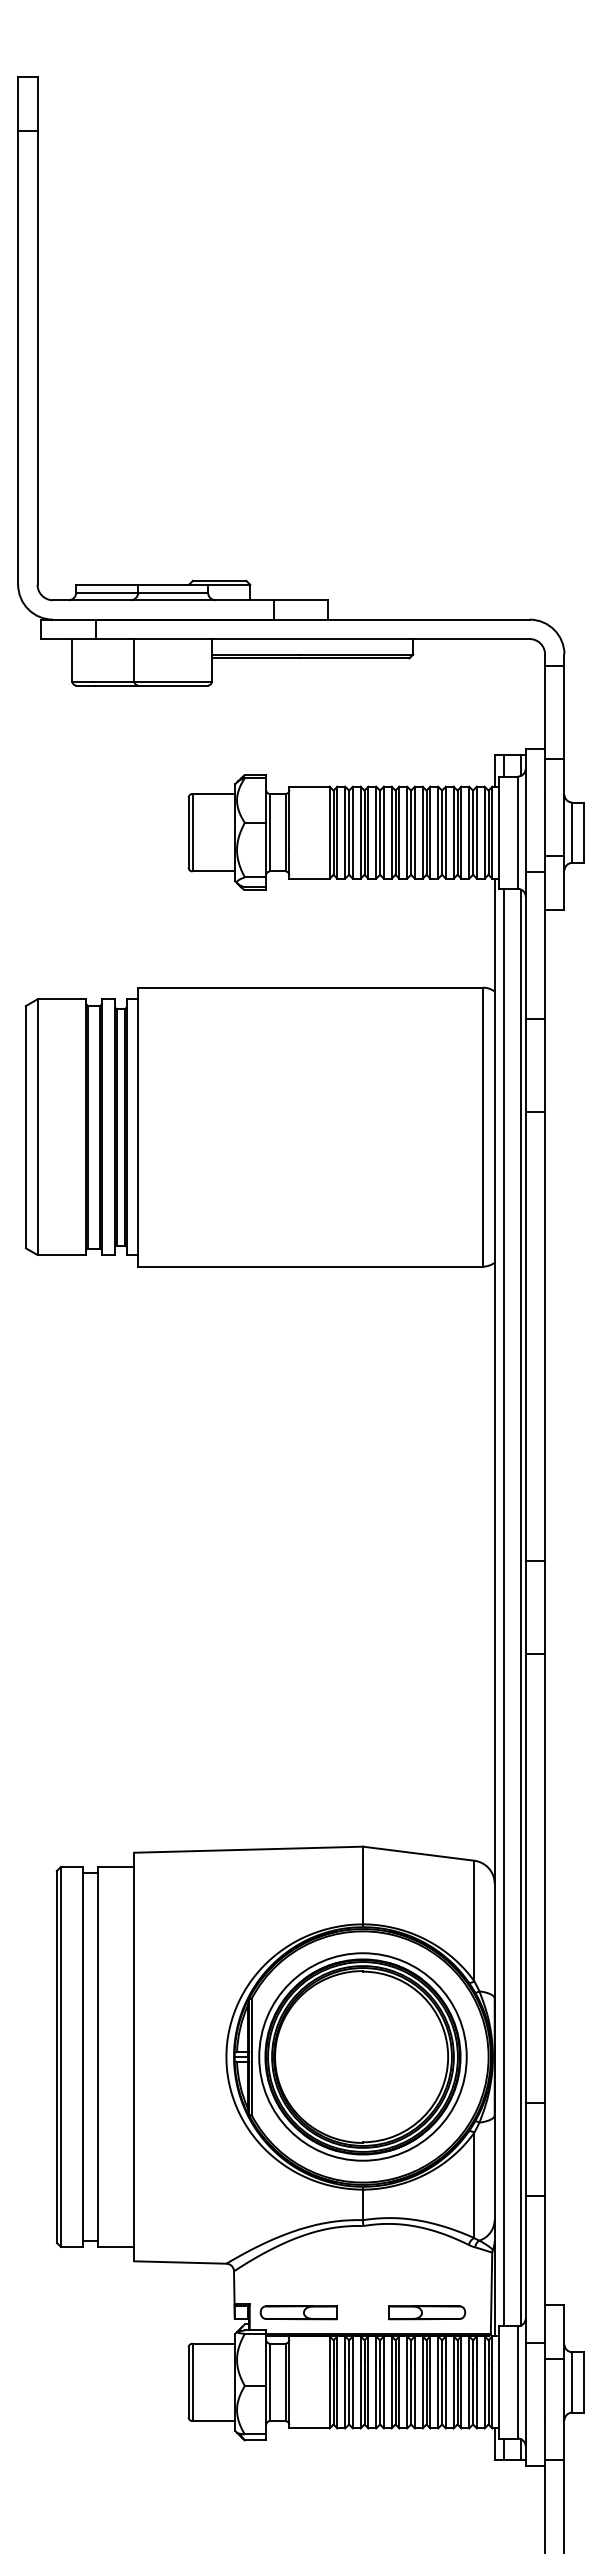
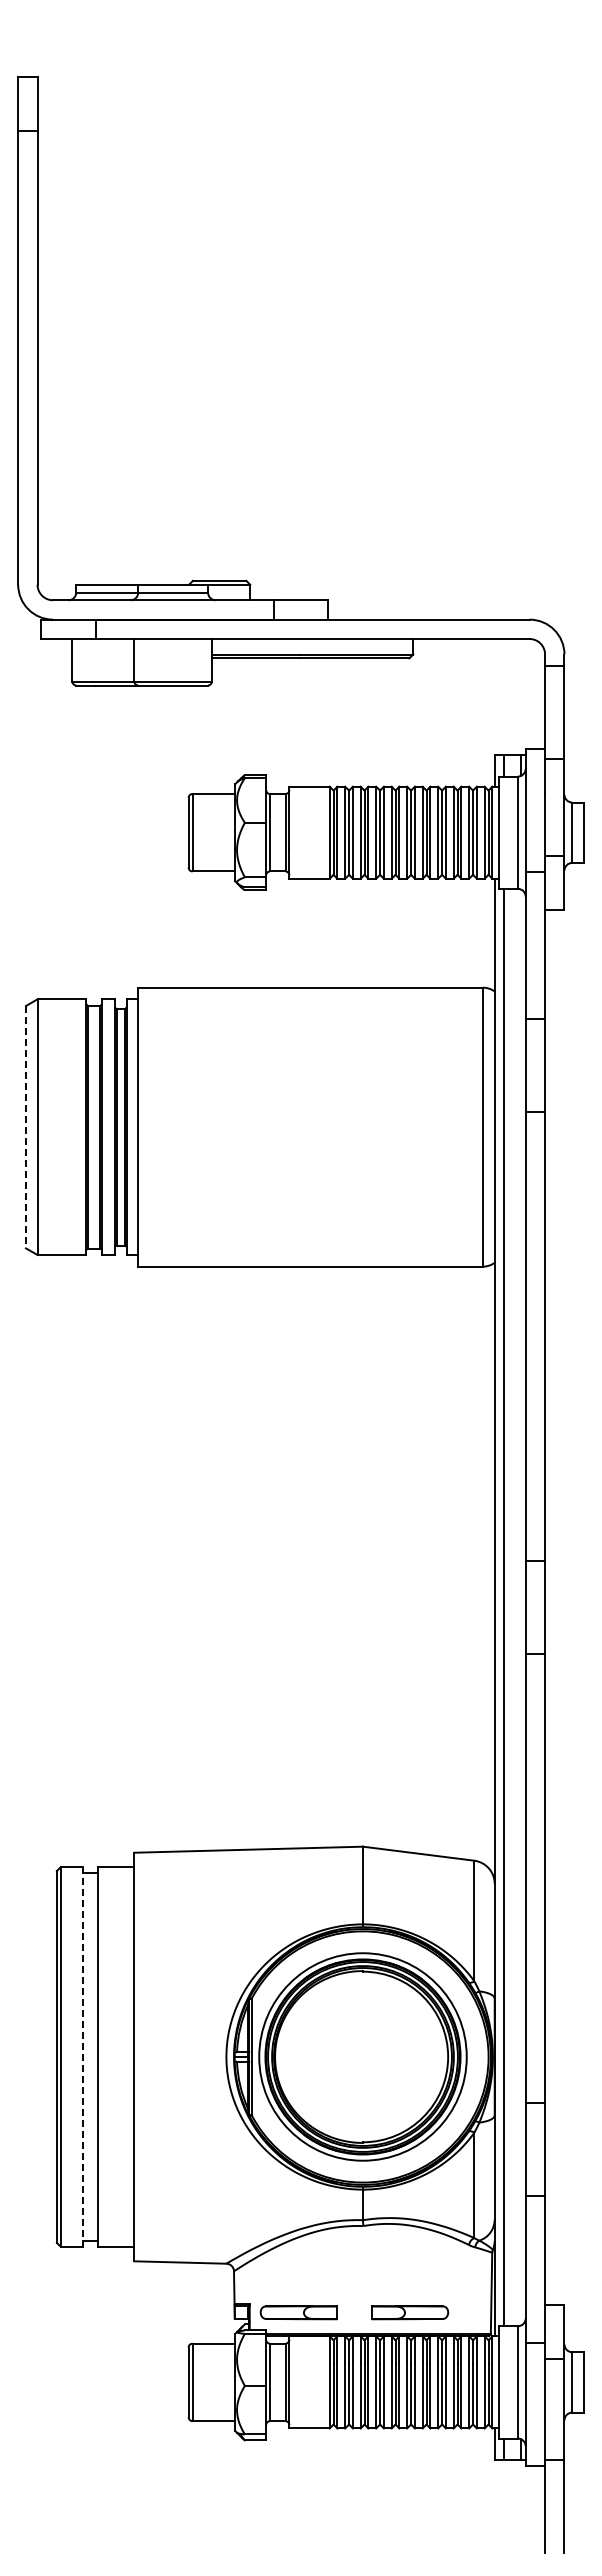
line at (25, 1127): solid -> dashed
line at (521, 1607): present -> none
line at (82, 2056): solid -> dashed
part at (427, 2312) position: (427, 2312) -> (410, 2312)
